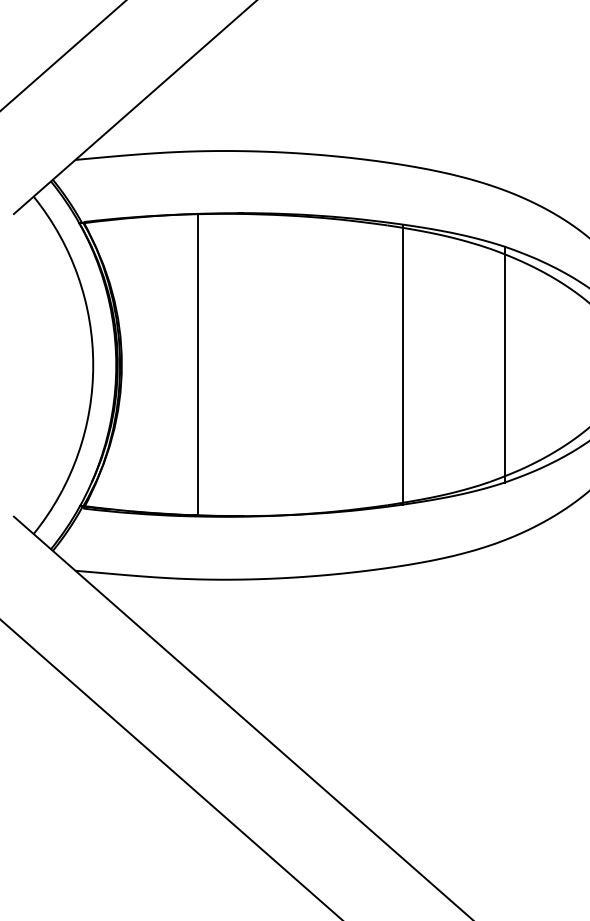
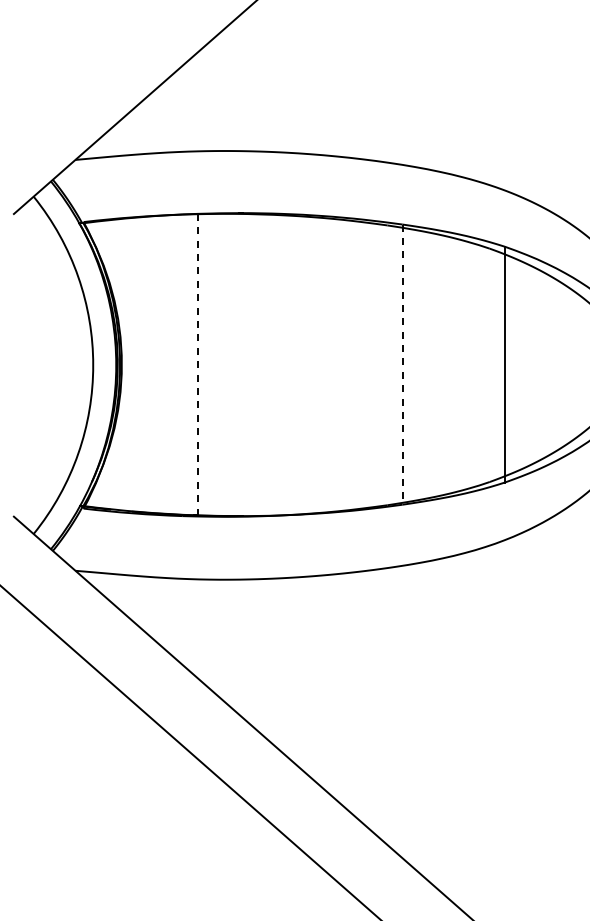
line at (63, 55): present -> none
line at (197, 364): solid -> dashed
line at (402, 365): solid -> dashed
line at (170, 769) position: (170, 769) -> (189, 752)
